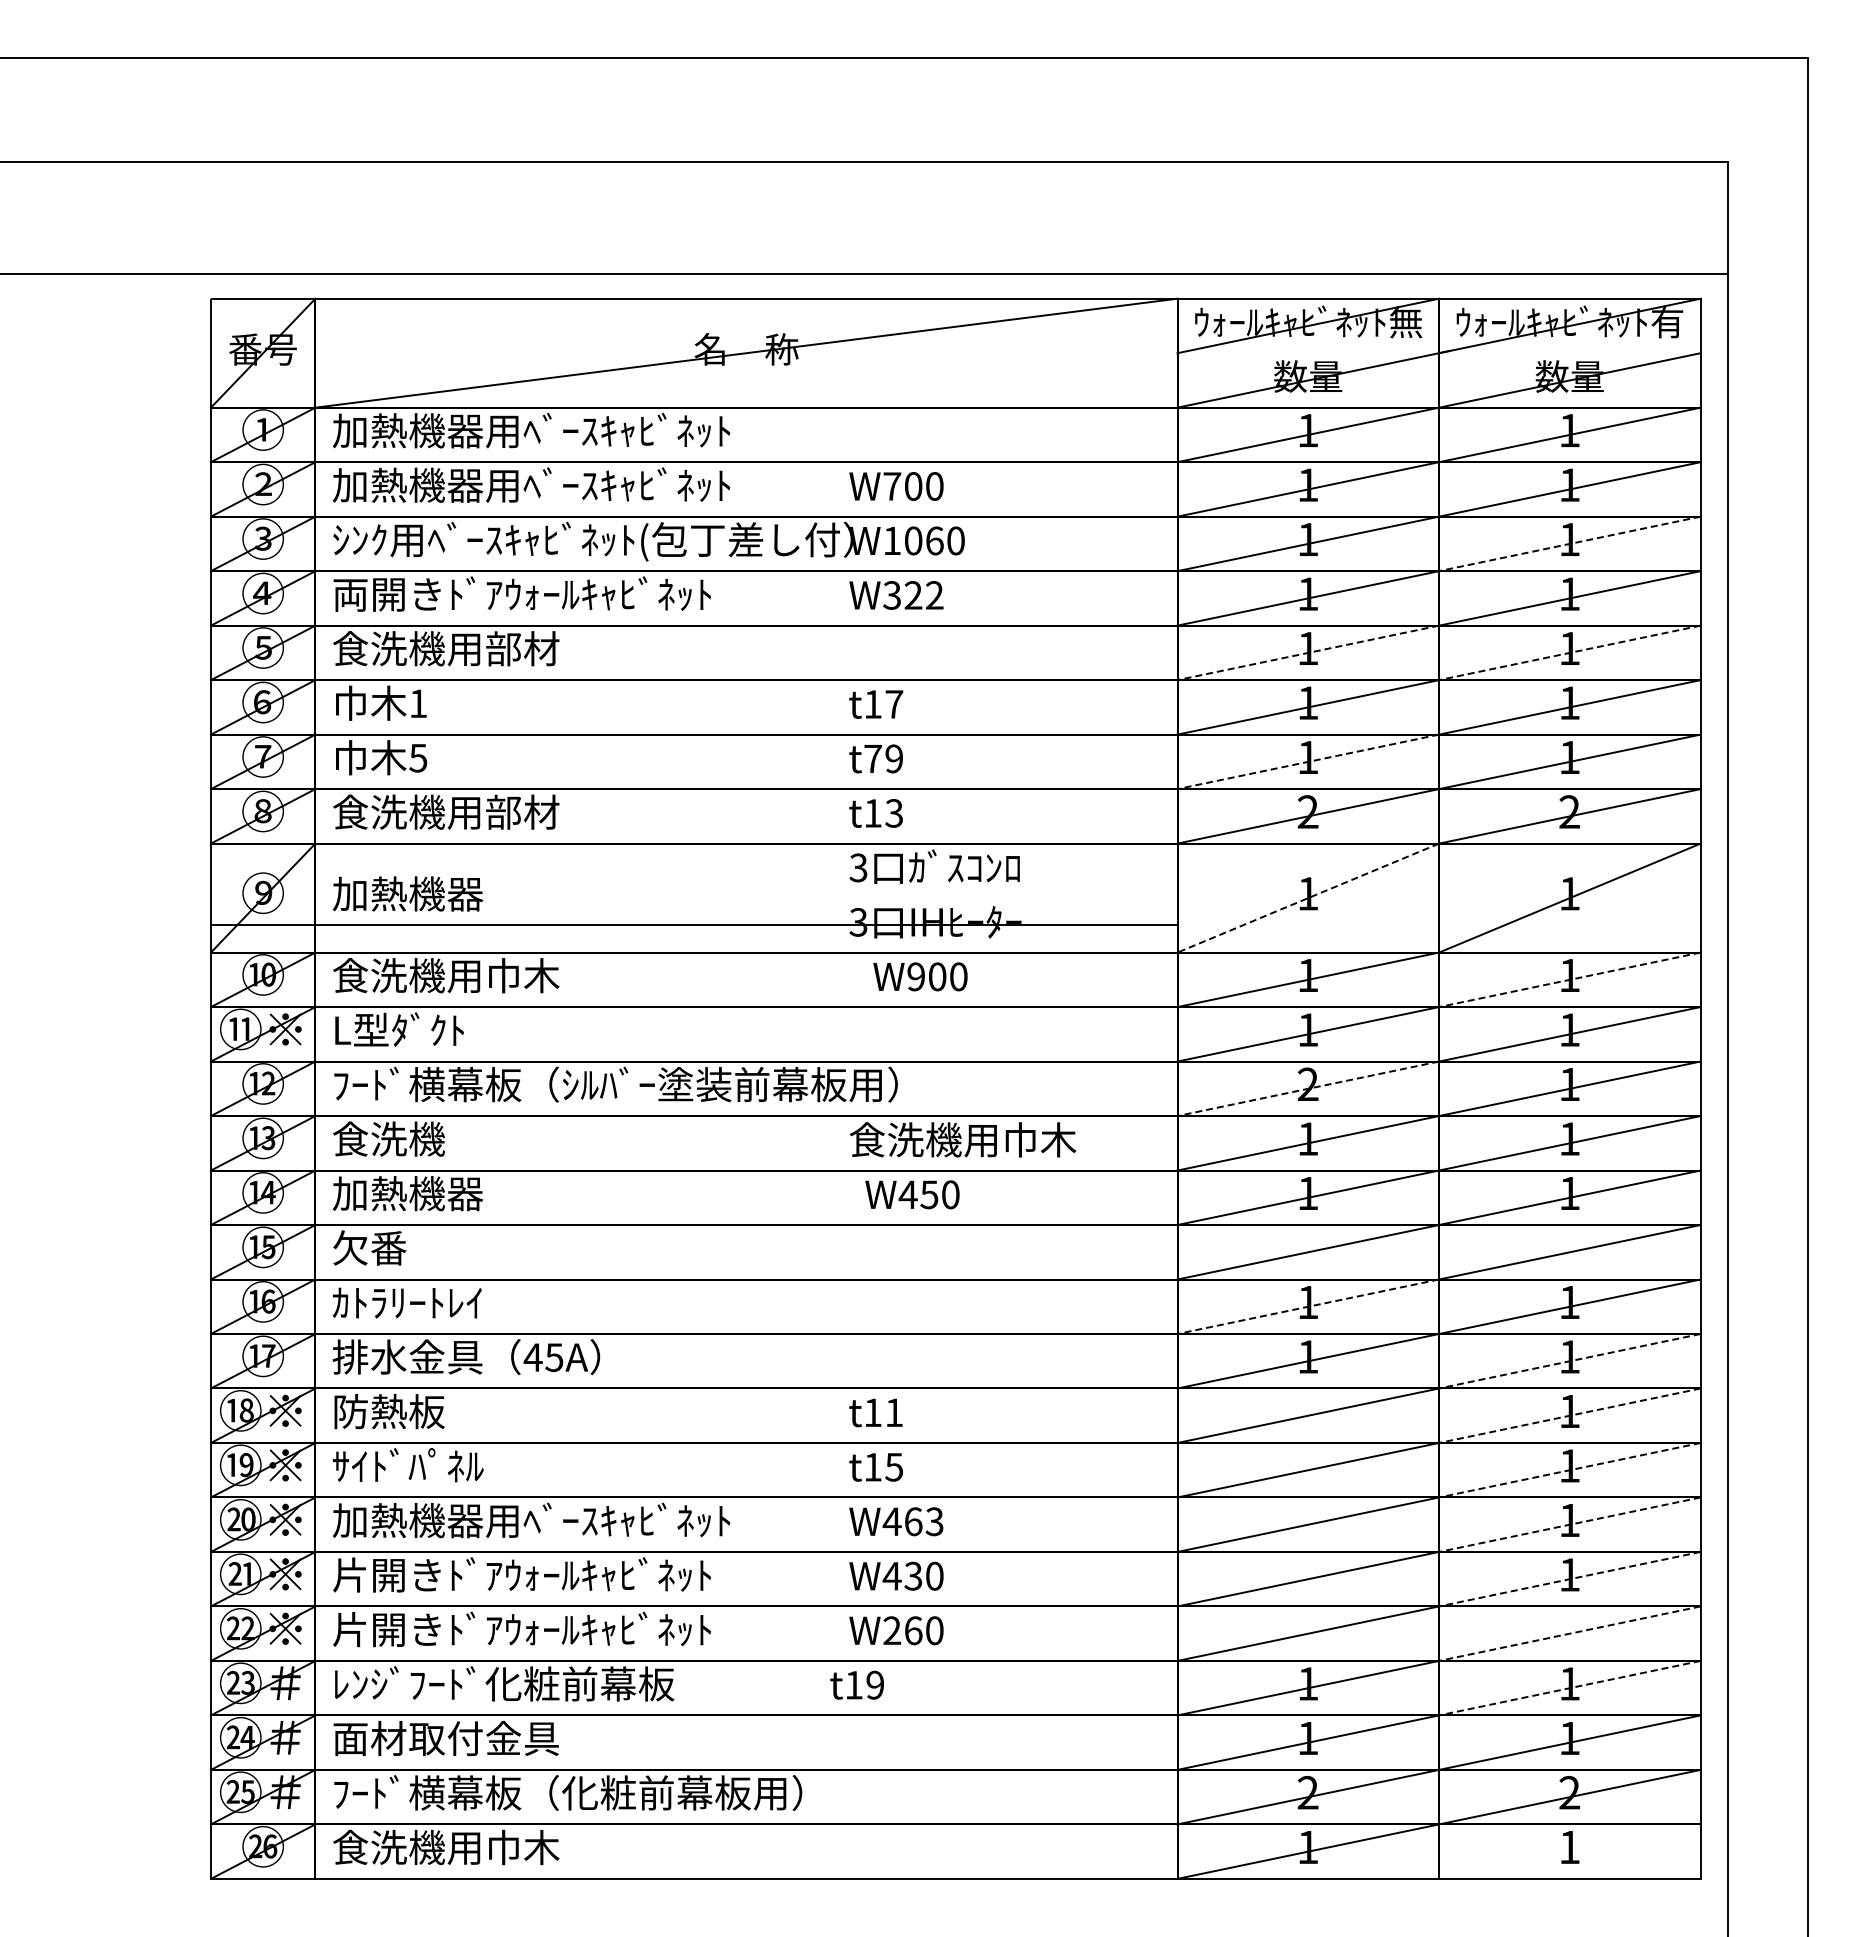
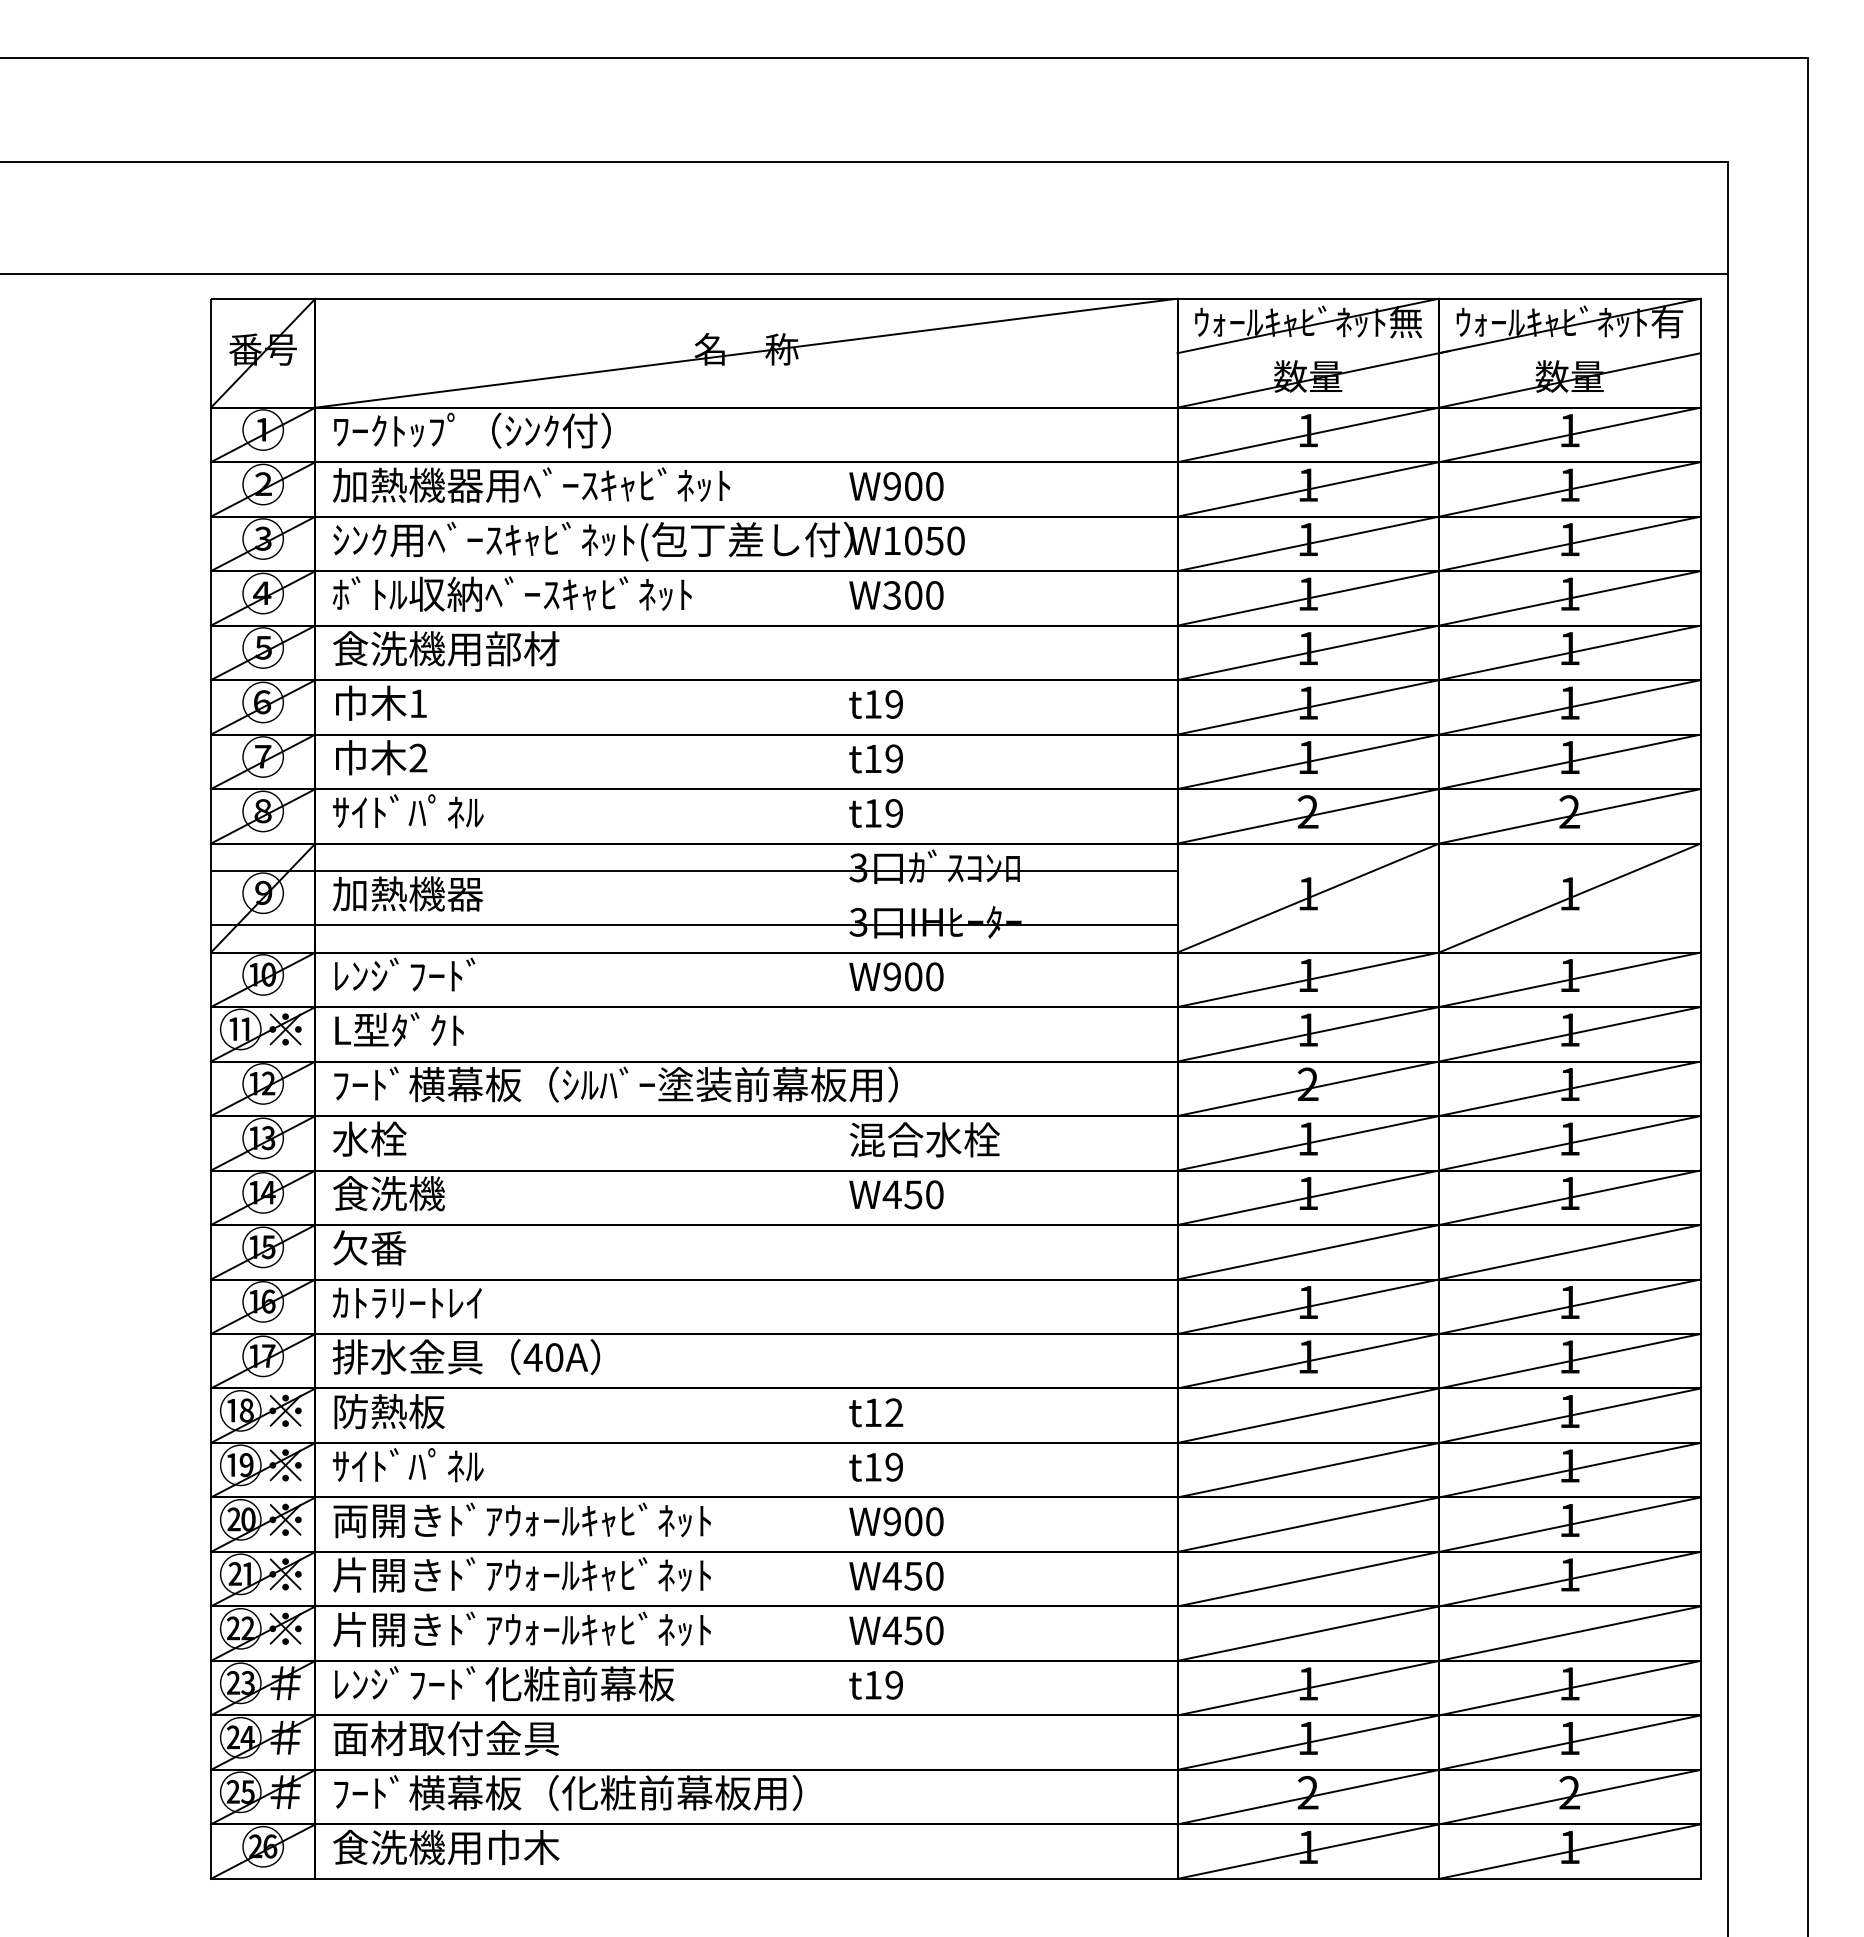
text at (531, 430): 加熱機器用ﾍﾞｰｽｷｬﾋﾞﾈｯﾄ -> ﾜｰｸﾄｯﾌﾟ（ｼﾝｸ付）
text at (892, 486): W700 -> W900
text at (934, 540): W1060 -> W1050
line at (1569, 543): dashed -> solid
text at (521, 593): 両開きﾄﾞｱｳｫｰﾙｷｬﾋﾞﾈｯﾄ -> ﾎﾞﾄﾙ収納ﾍﾞｰｽｷｬﾋﾞﾈｯﾄ
text at (923, 595): W322 -> W300
line at (1308, 652): dashed -> solid
line at (1569, 652): dashed -> solid
text at (894, 704): t17 -> t19
text at (418, 757): 5 -> 2
text at (872, 758): t79 -> t19
line at (1308, 761): dashed -> solid
text at (445, 811): 食洗機用部材 -> ｻｲﾄﾞﾊﾟﾈﾙ
text at (893, 813): t13 -> t19
line at (693, 870): none -> present
line at (1308, 898): dashed -> solid
text at (446, 975): 食洗機用巾木 -> ﾚﾝｼﾞﾌｰﾄﾞ
text at (920, 976) position: (920, 976) -> (896, 976)
line at (1569, 979): dashed -> solid
line at (1308, 1088): dashed -> solid
text at (388, 1138): 食洗機 -> 水栓
text at (963, 1139): 食洗機用巾木 -> 混合水栓
text at (407, 1193): 加熱機器 -> 食洗機
text at (912, 1194) position: (912, 1194) -> (896, 1194)
line at (1308, 1306): dashed -> solid
text at (554, 1357): 45A -> 40A
line at (1569, 1361): dashed -> solid
text at (894, 1412): t11 -> t12
line at (1569, 1415): dashed -> solid
text at (893, 1466): t15 -> t19
line at (1569, 1470): dashed -> solid
text at (531, 1520): 加熱機器用ﾍﾞｰｽｷｬﾋﾞﾈｯﾄ -> 両開きﾄﾞｱｳｫｰﾙｷｬﾋﾞﾈｯﾄ
text at (912, 1521): W463 -> W900
line at (1569, 1524): dashed -> solid
text at (913, 1575): W430 -> W450
line at (1569, 1579): dashed -> solid
text at (902, 1630): W260 -> W450
line at (1569, 1633): dashed -> solid
text at (856, 1684) position: (856, 1684) -> (875, 1684)
line at (1569, 1688): dashed -> solid
line at (1569, 1851): none -> present
